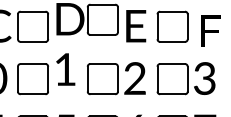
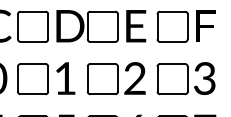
part at (87, 19) position: (87, 19) -> (87, 26)
text at (210, 30) position: (210, 30) -> (205, 25)
text at (65, 69) position: (65, 69) -> (65, 78)
